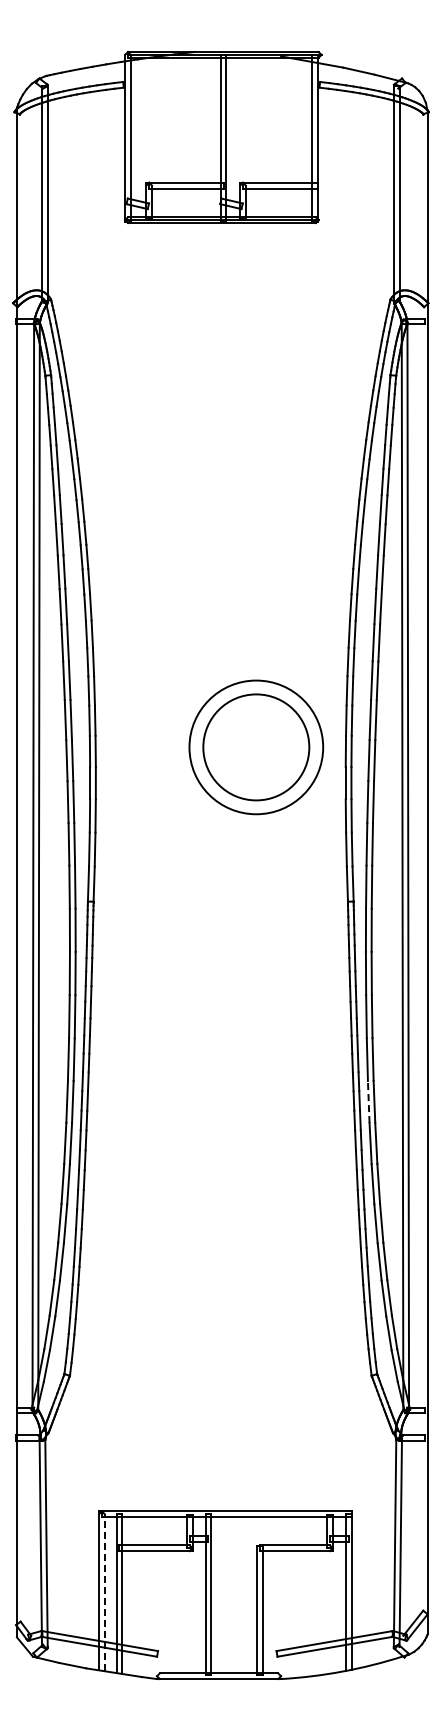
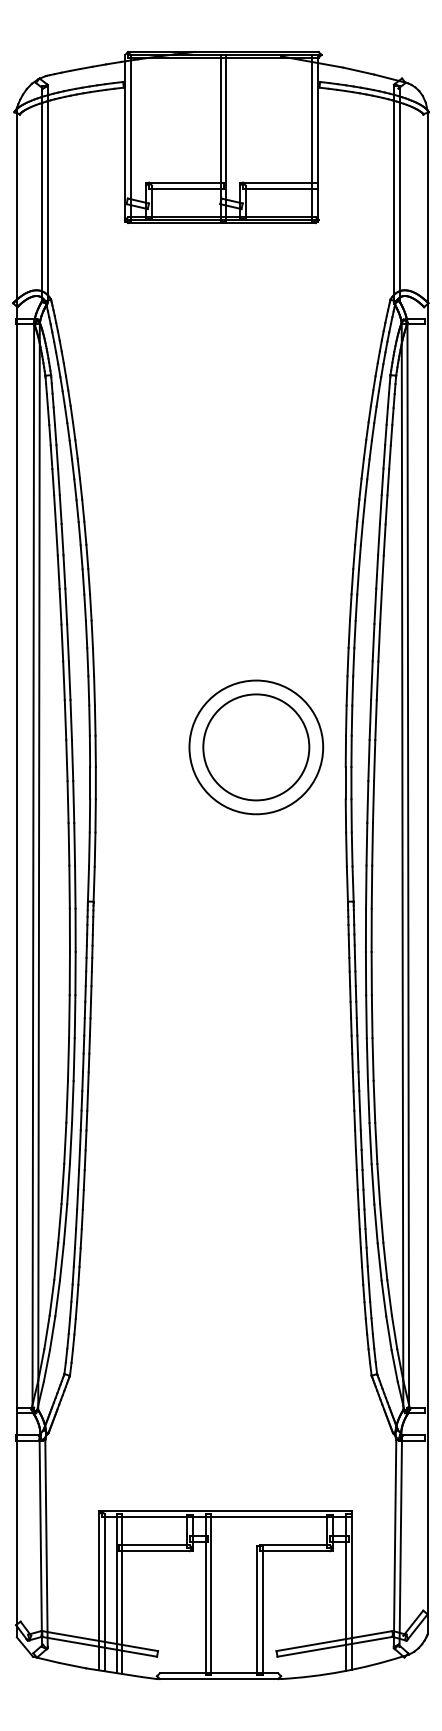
line at (368, 1101): dashed -> solid
line at (104, 1592): dashed -> solid
